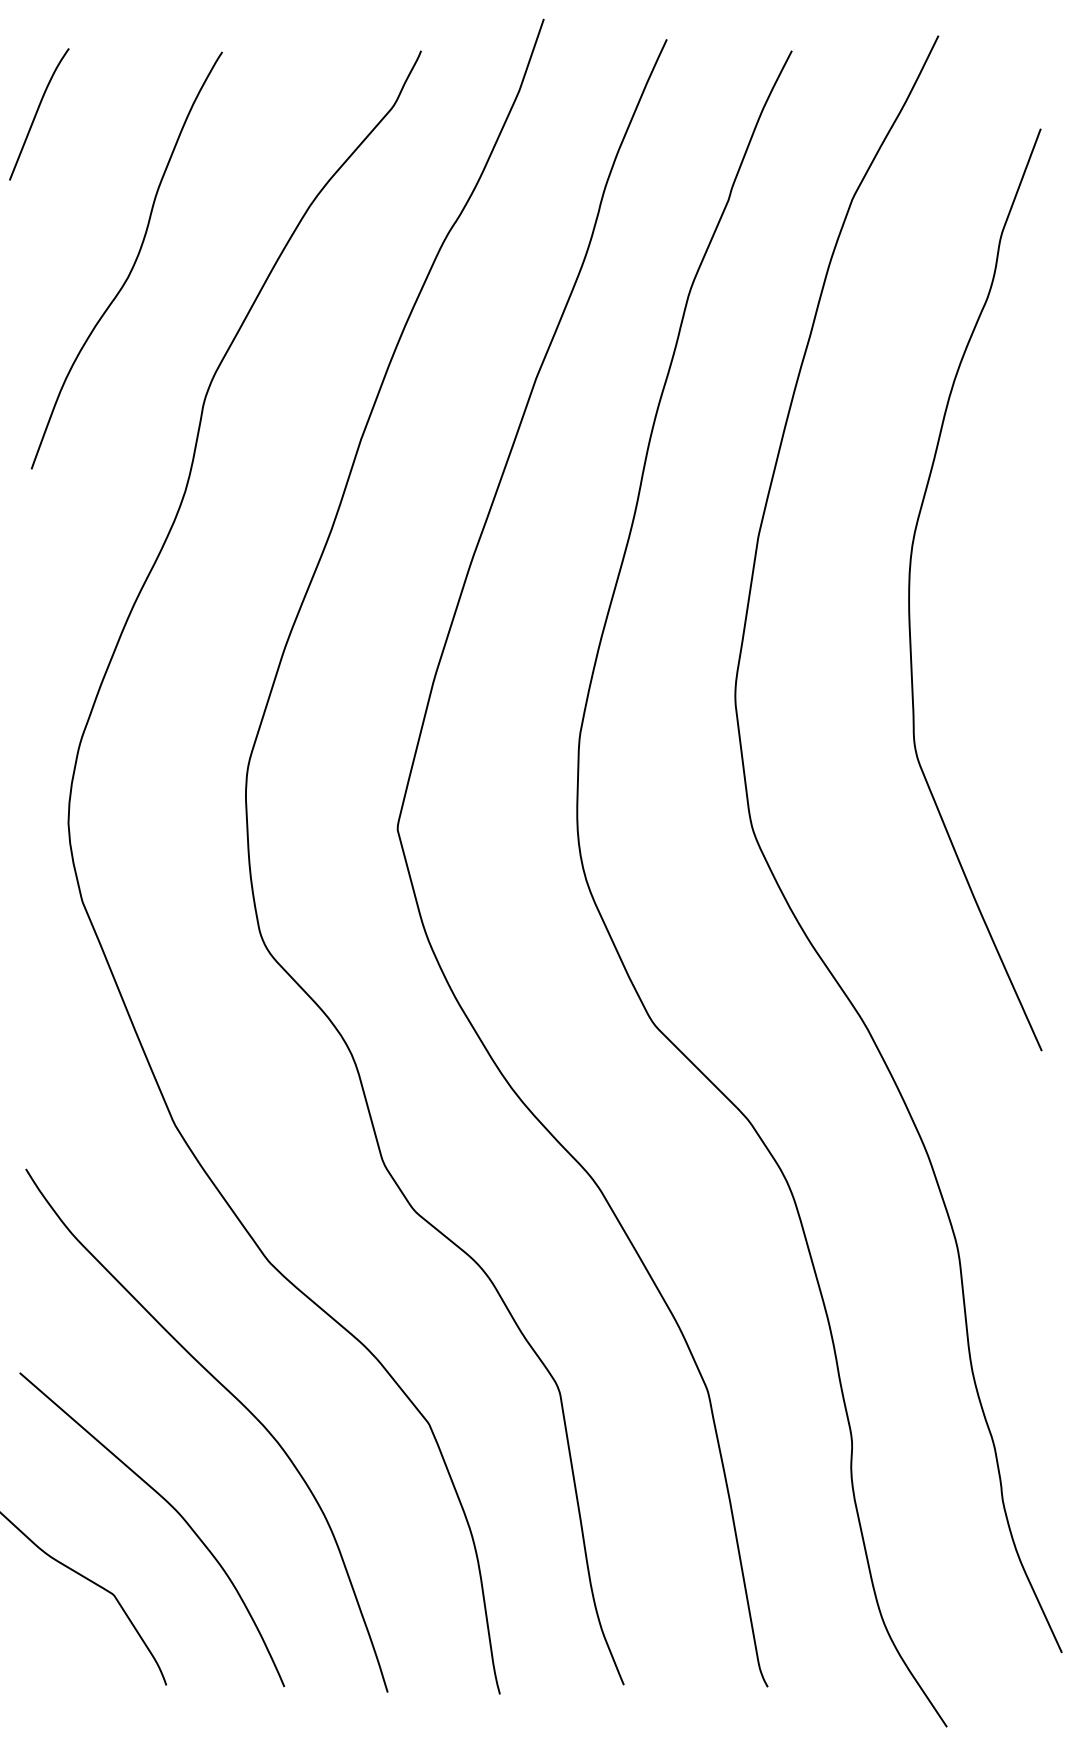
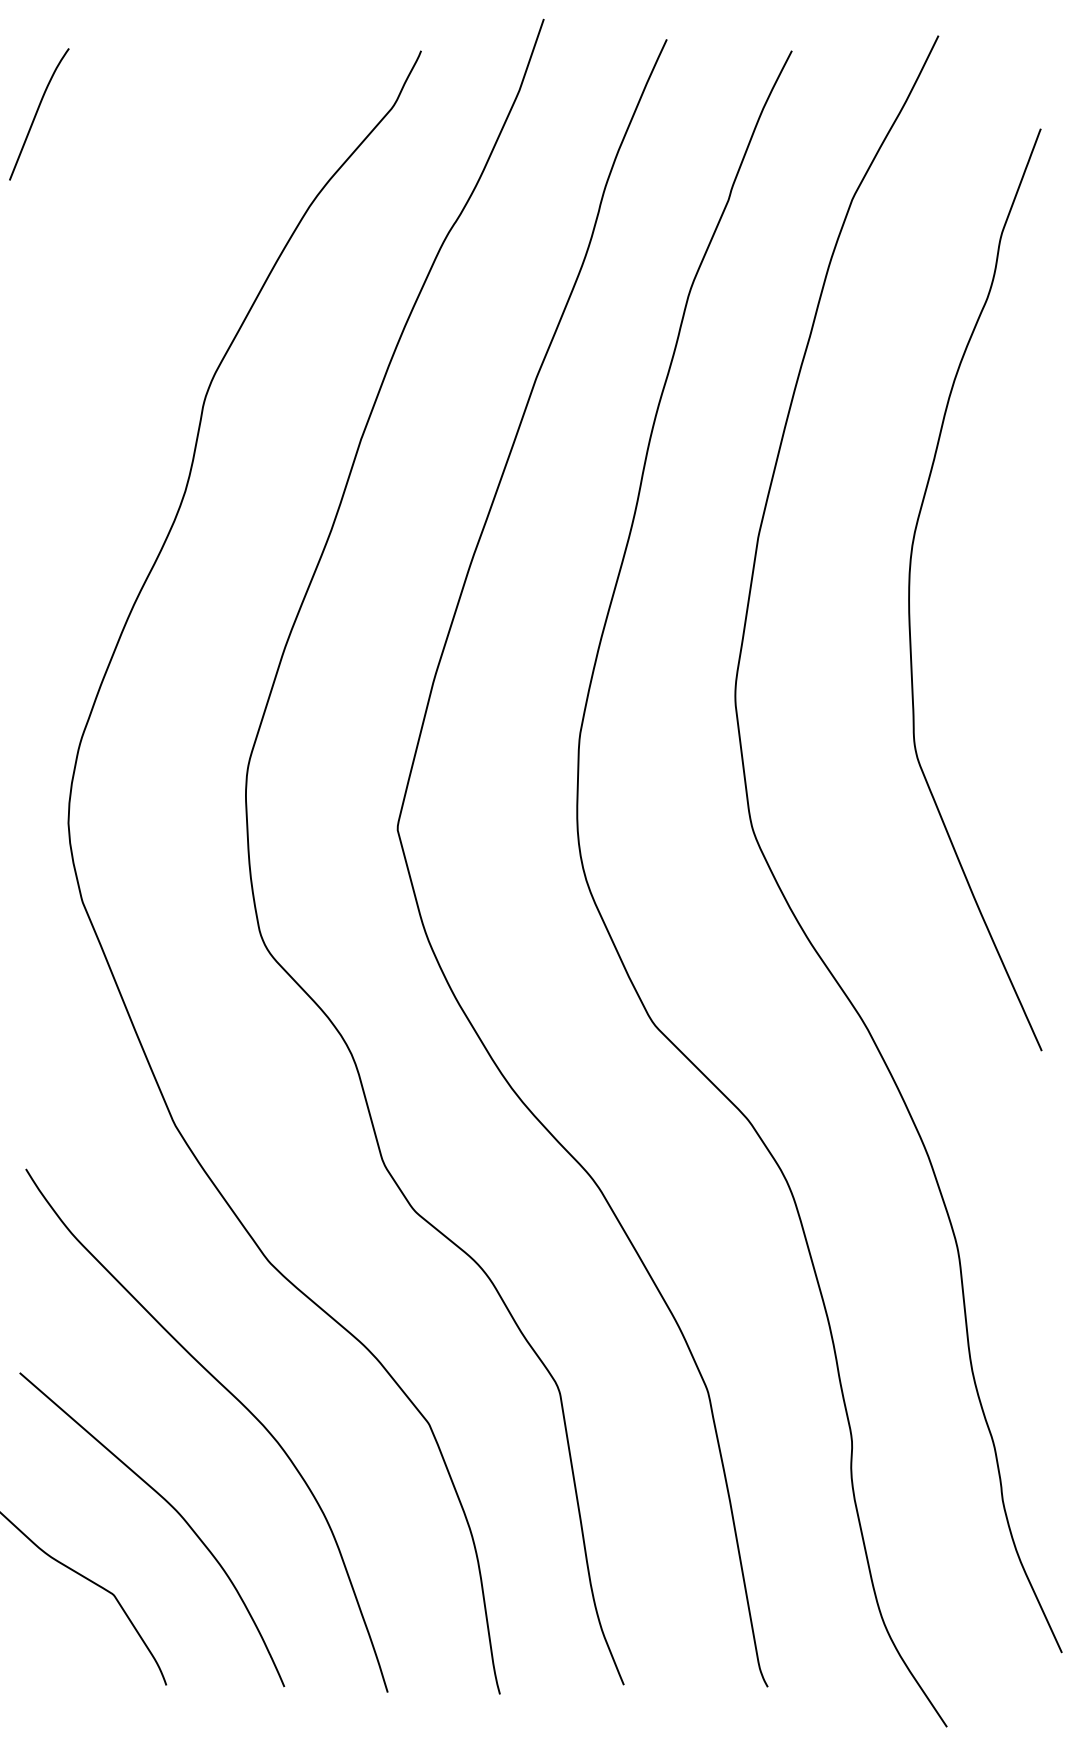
curve at (133, 263): present -> none
